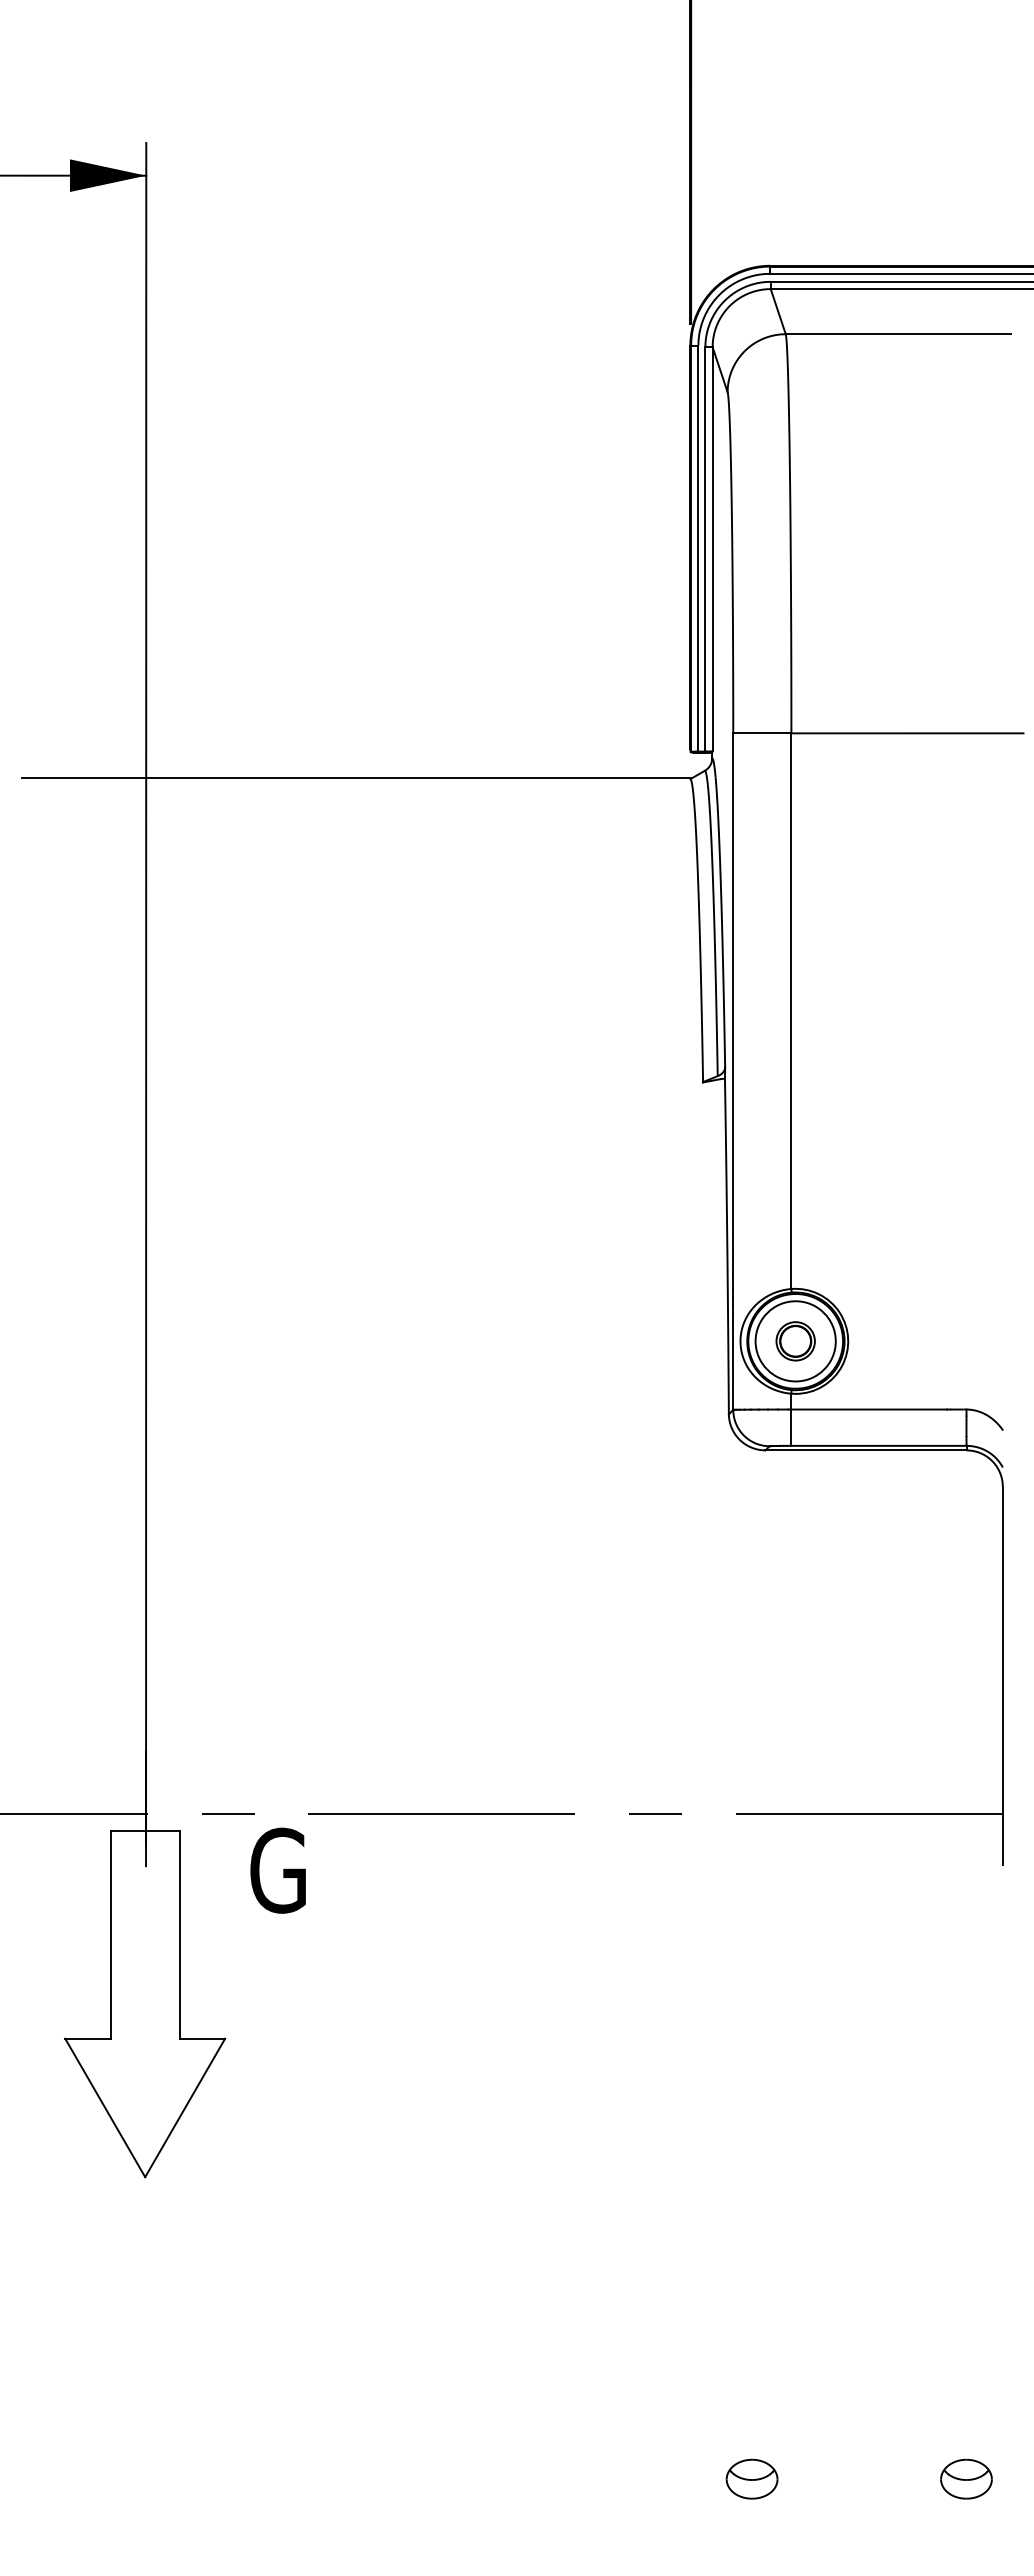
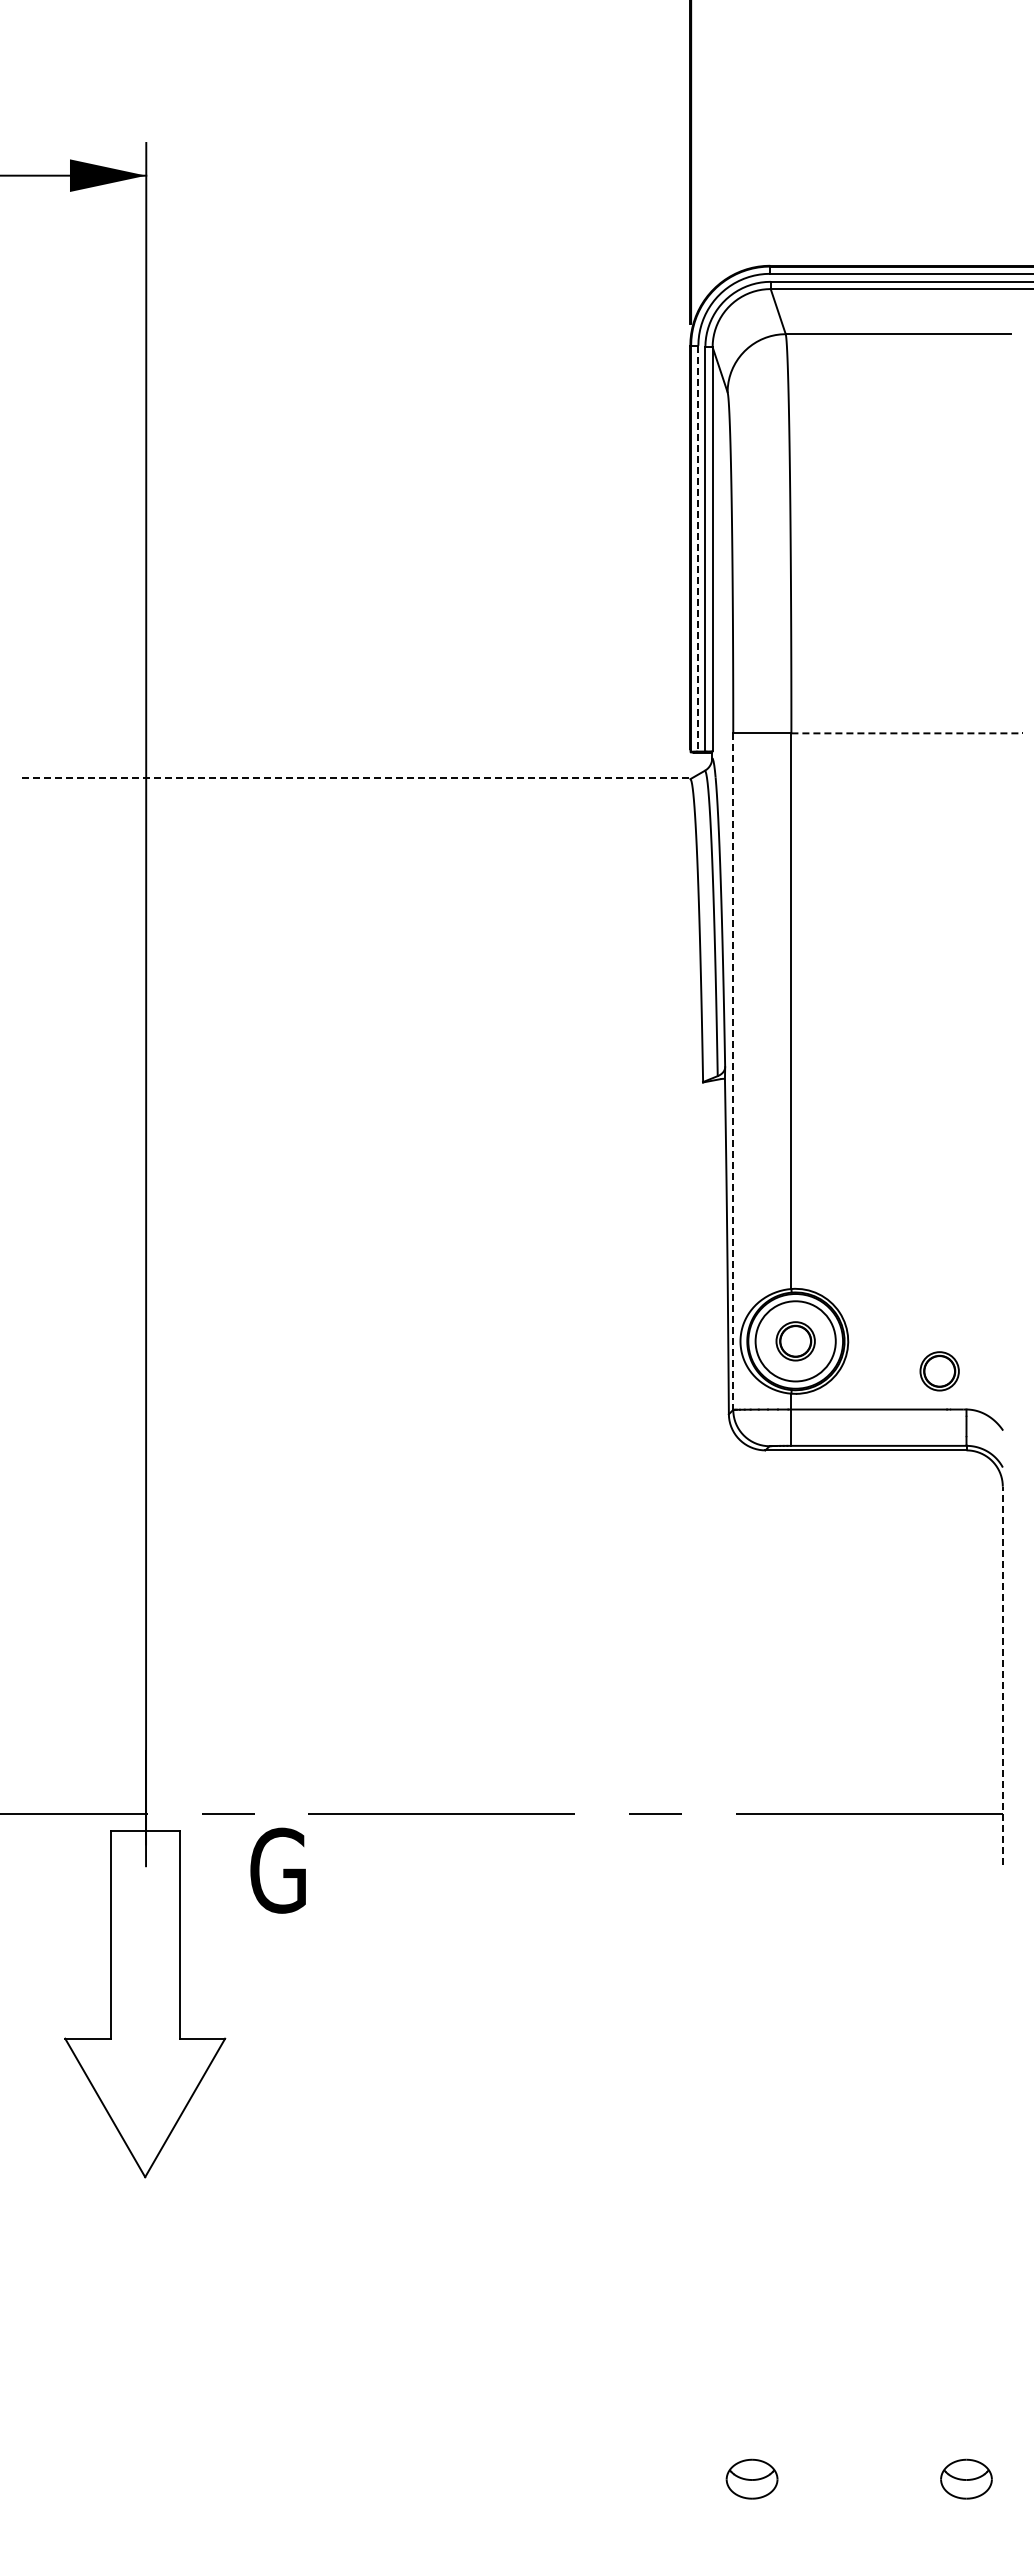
line at (698, 548): solid -> dashed
line at (907, 733): solid -> dashed
line at (357, 778): solid -> dashed
line at (733, 1072): solid -> dashed
part at (939, 1371): none -> present
line at (1002, 1675): solid -> dashed
